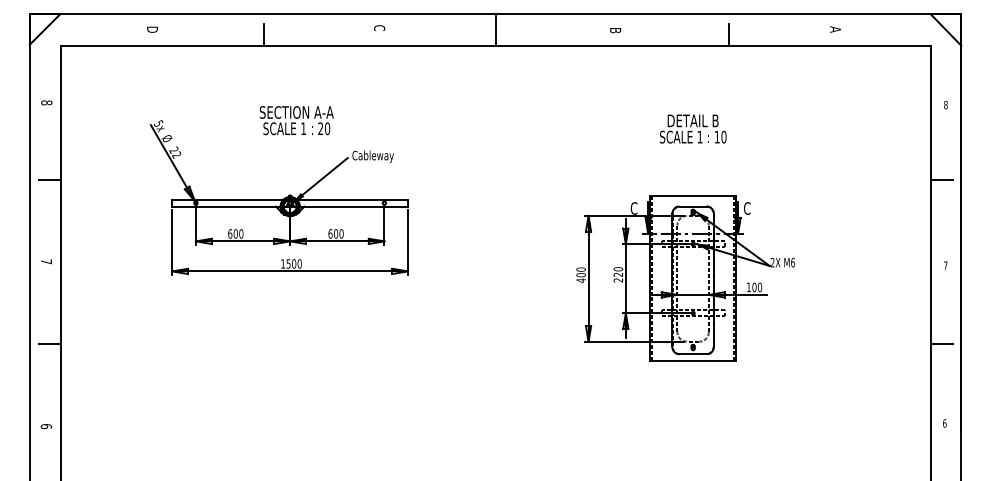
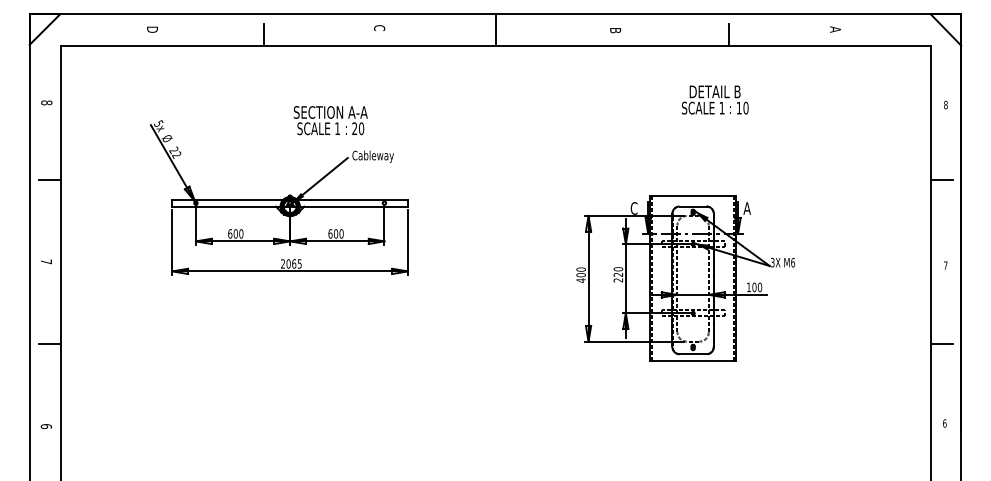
text at (296, 120) position: (296, 120) -> (330, 120)
text at (693, 128) position: (693, 128) -> (715, 99)
text at (746, 208): C -> A
text at (291, 263): 1500 -> 2065
text at (772, 263): 2X -> 3X
